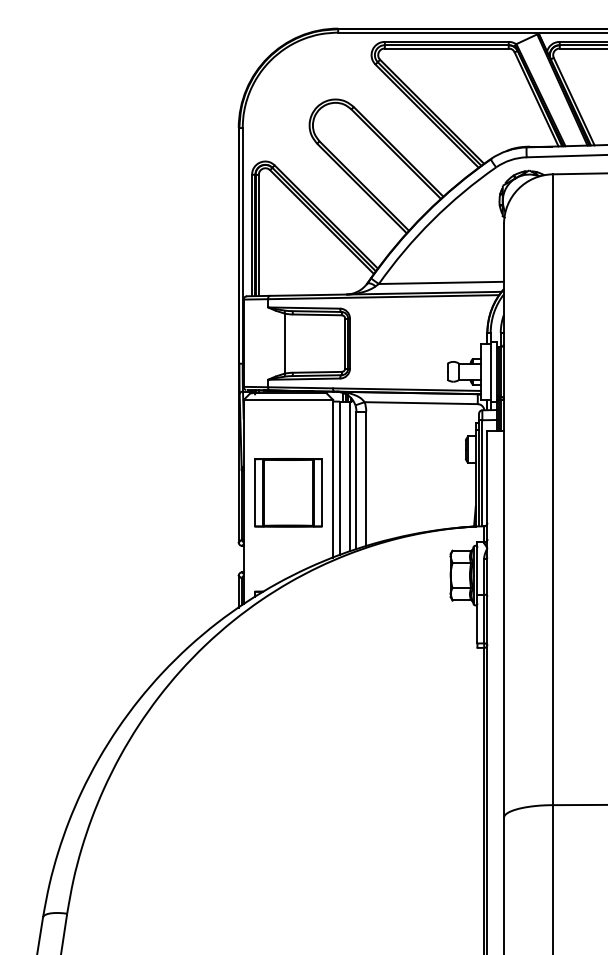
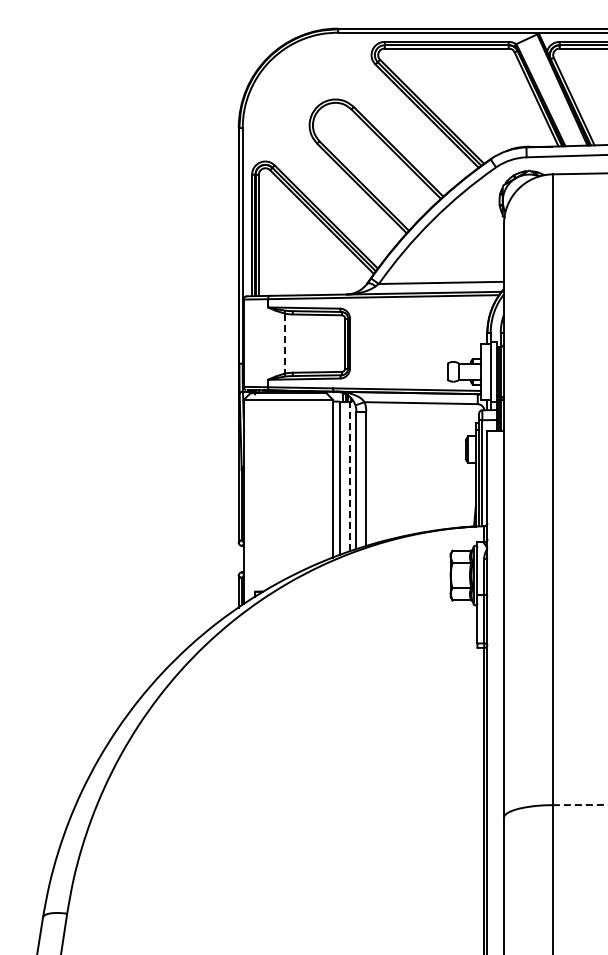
line at (284, 344): solid -> dashed
line at (350, 476): solid -> dashed
part at (288, 492): present -> none
line at (580, 805): solid -> dashed
